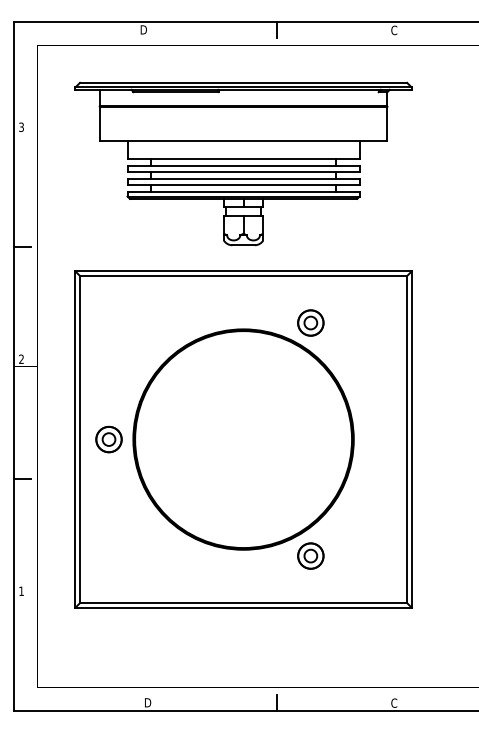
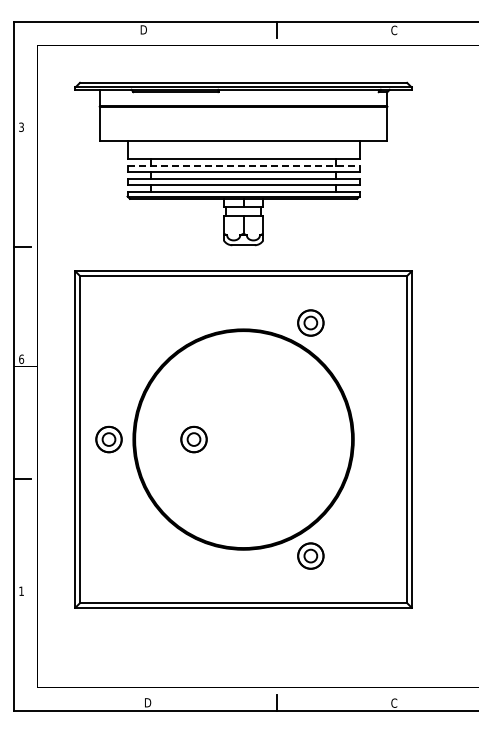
line at (243, 166): solid -> dashed
text at (21, 358): 2 -> 6
part at (193, 439): none -> present
